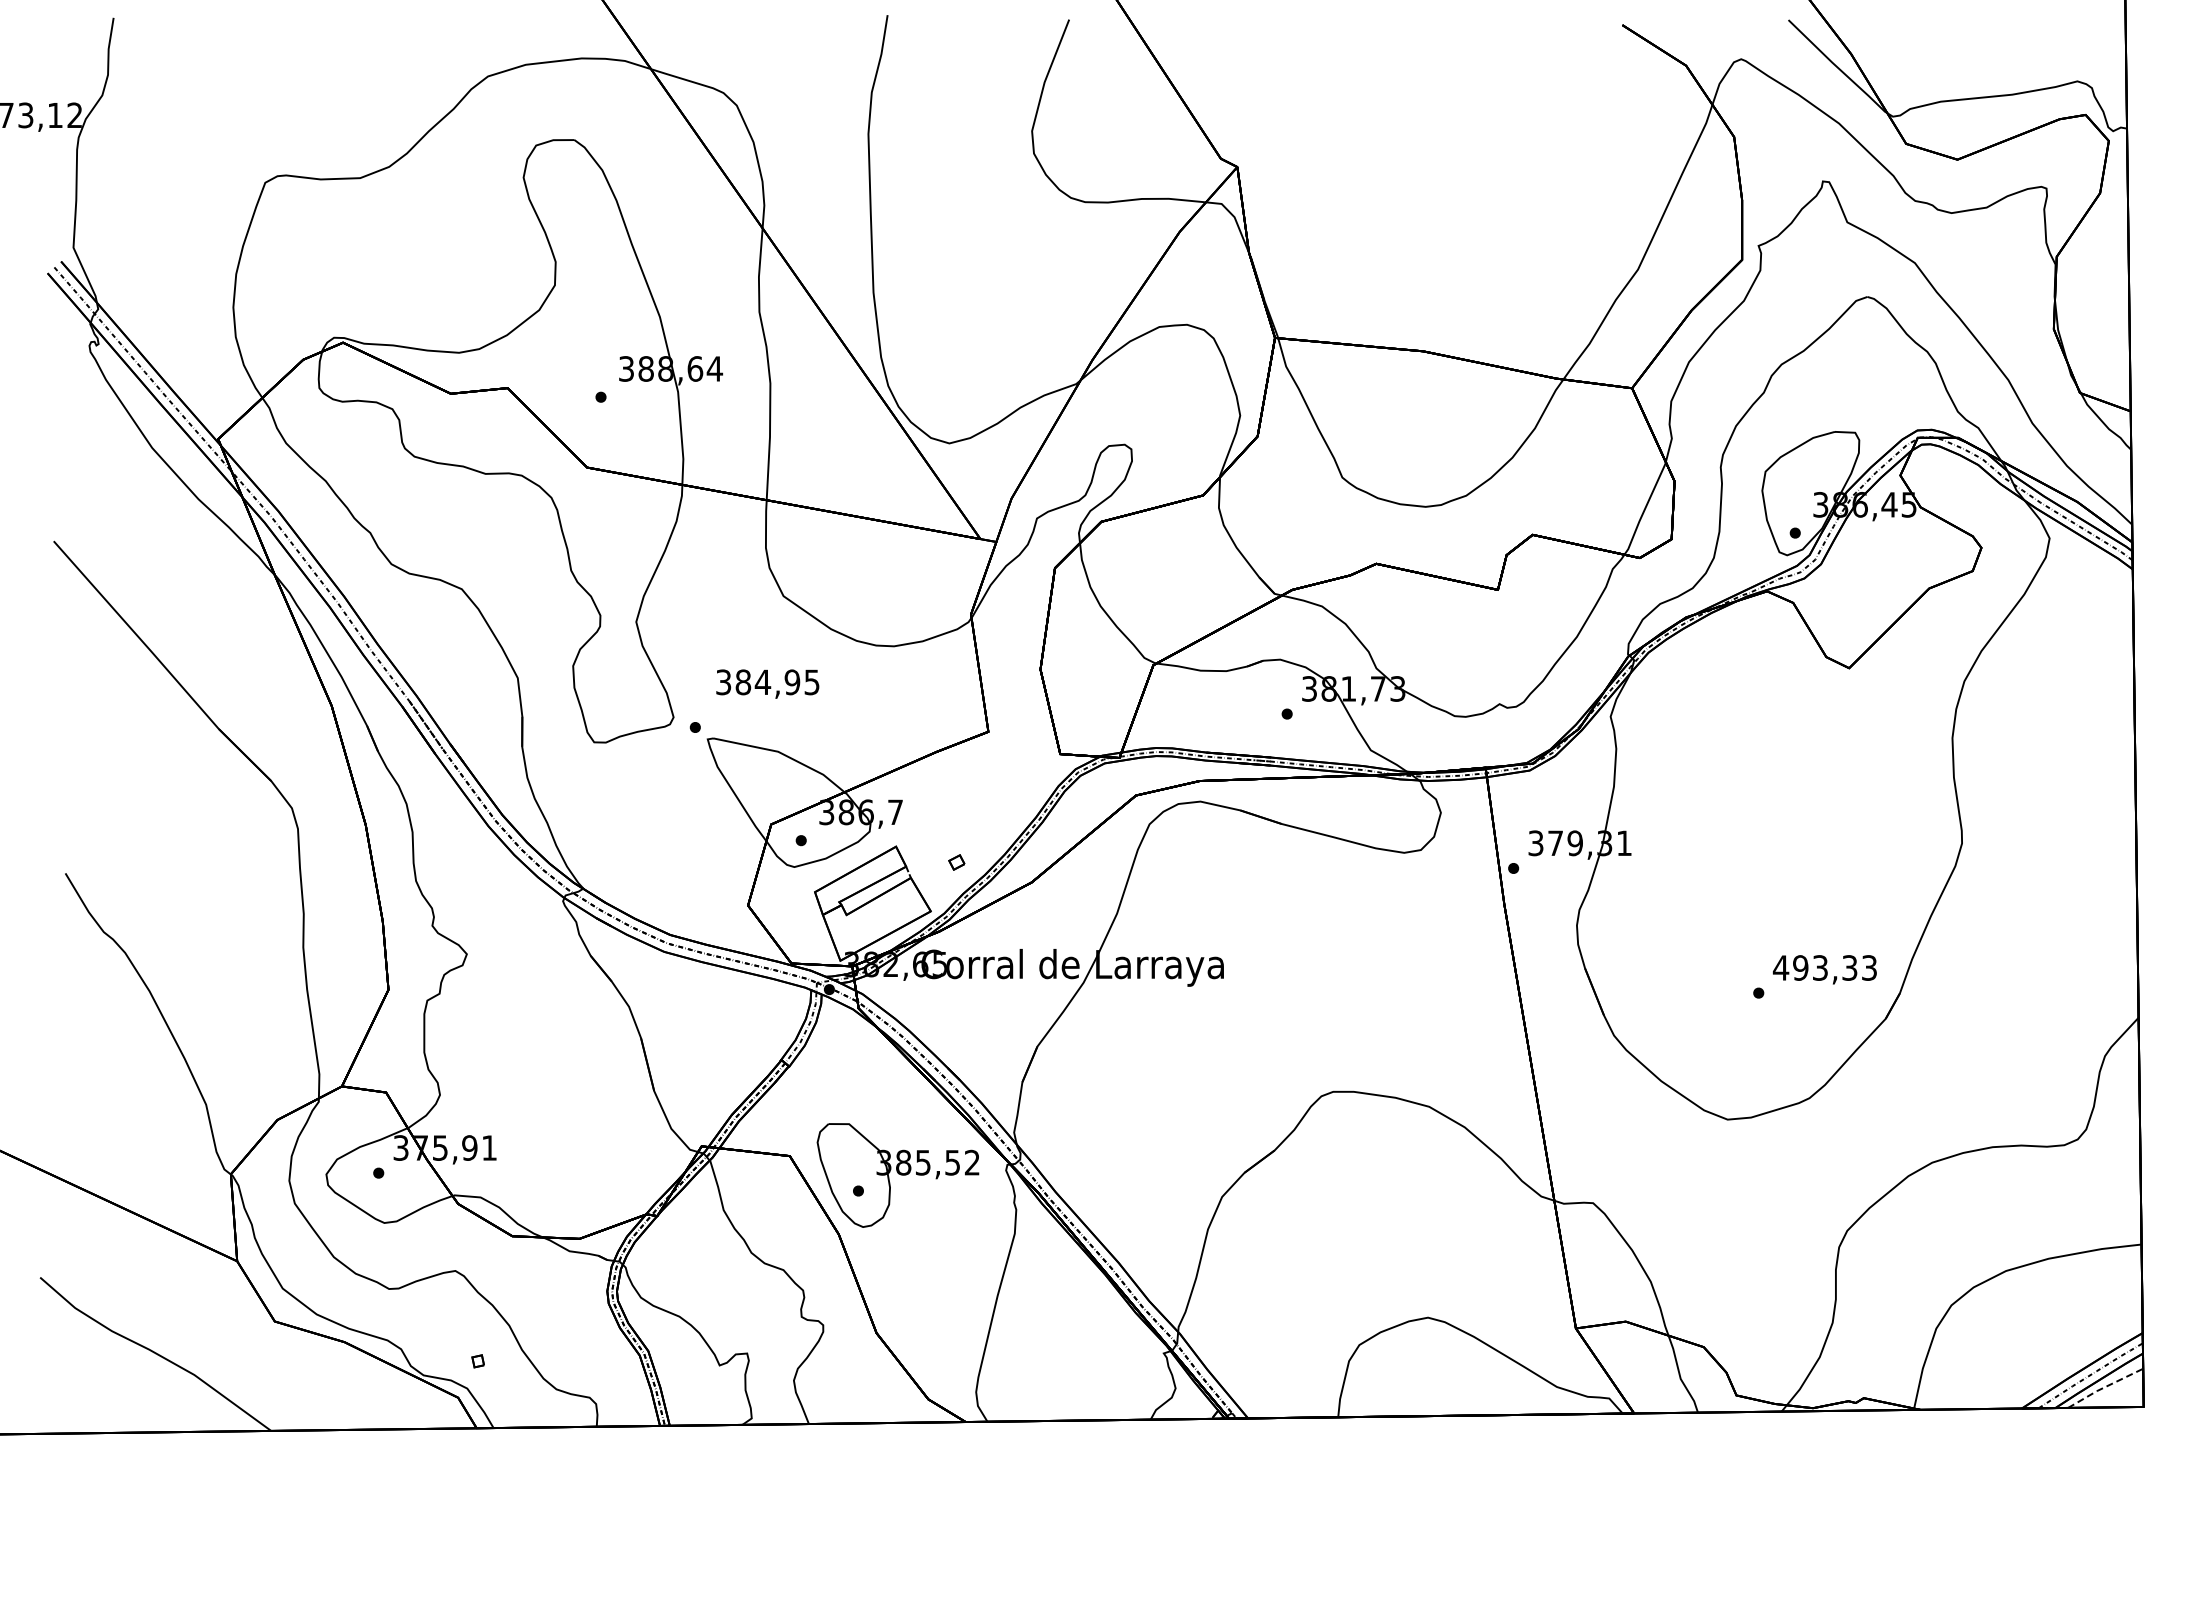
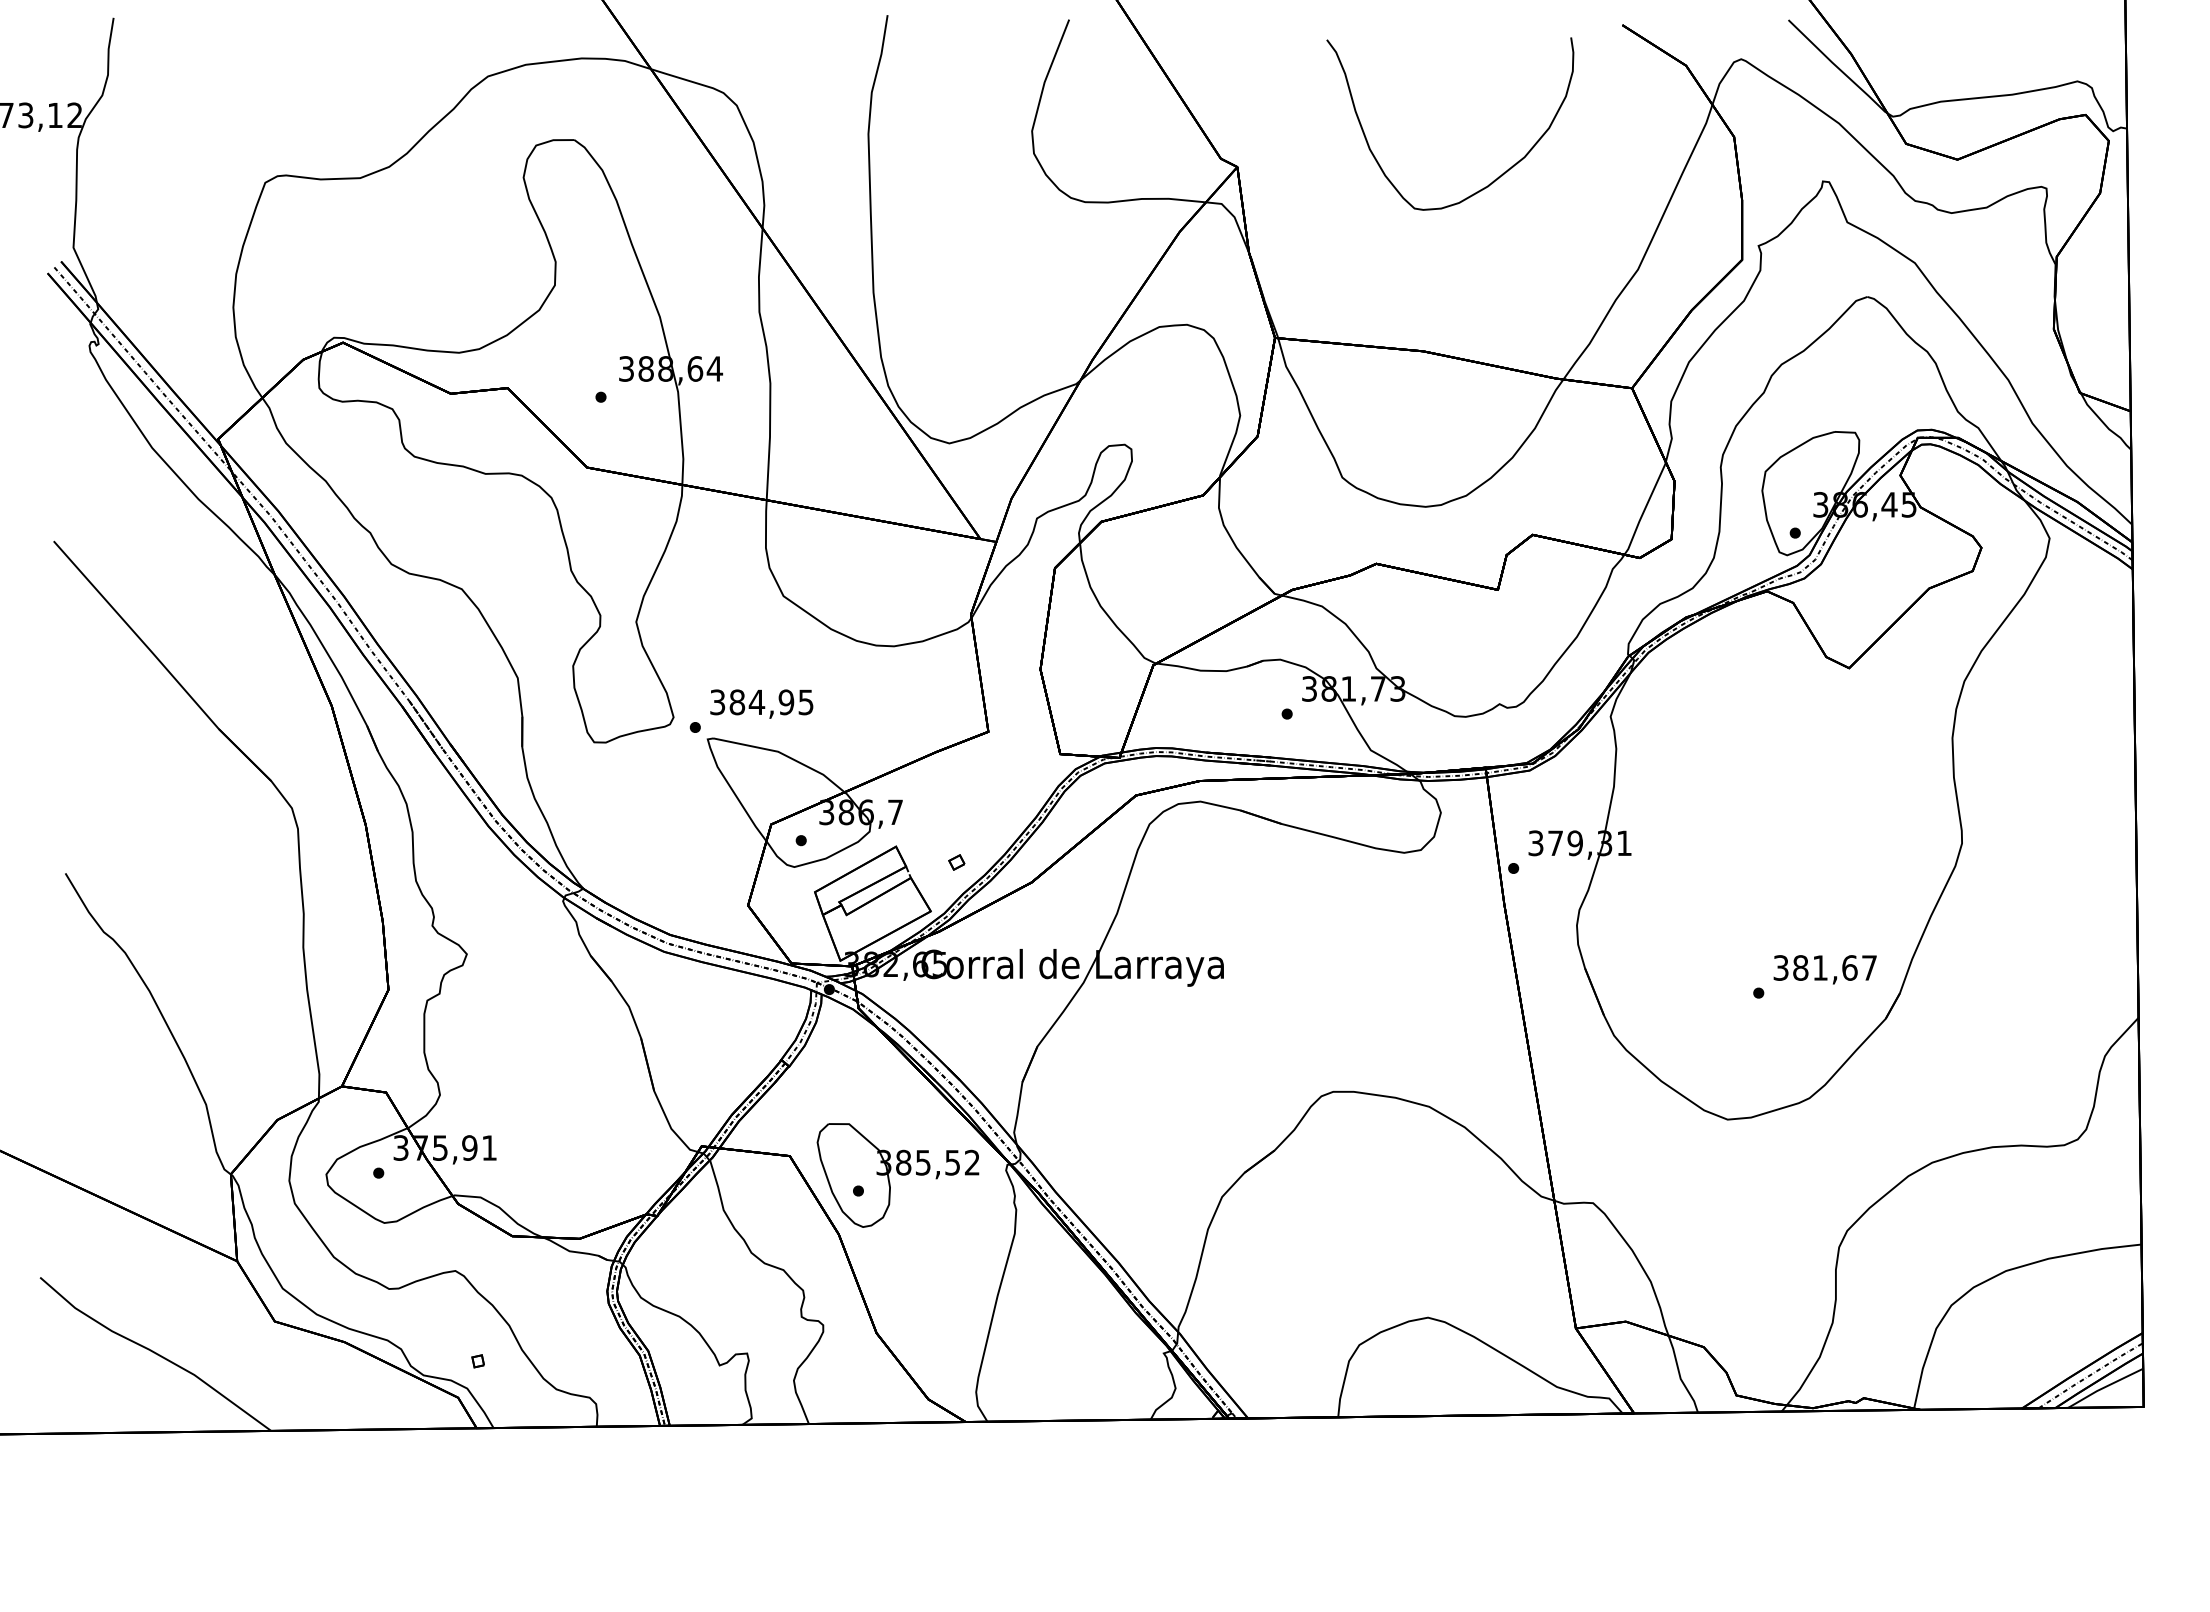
curve at (1494, 179): none -> present
text at (767, 683) position: (767, 683) -> (761, 703)
text at (1824, 967): 493,33 -> 381,67
line at (2104, 1387): dashed -> solid
